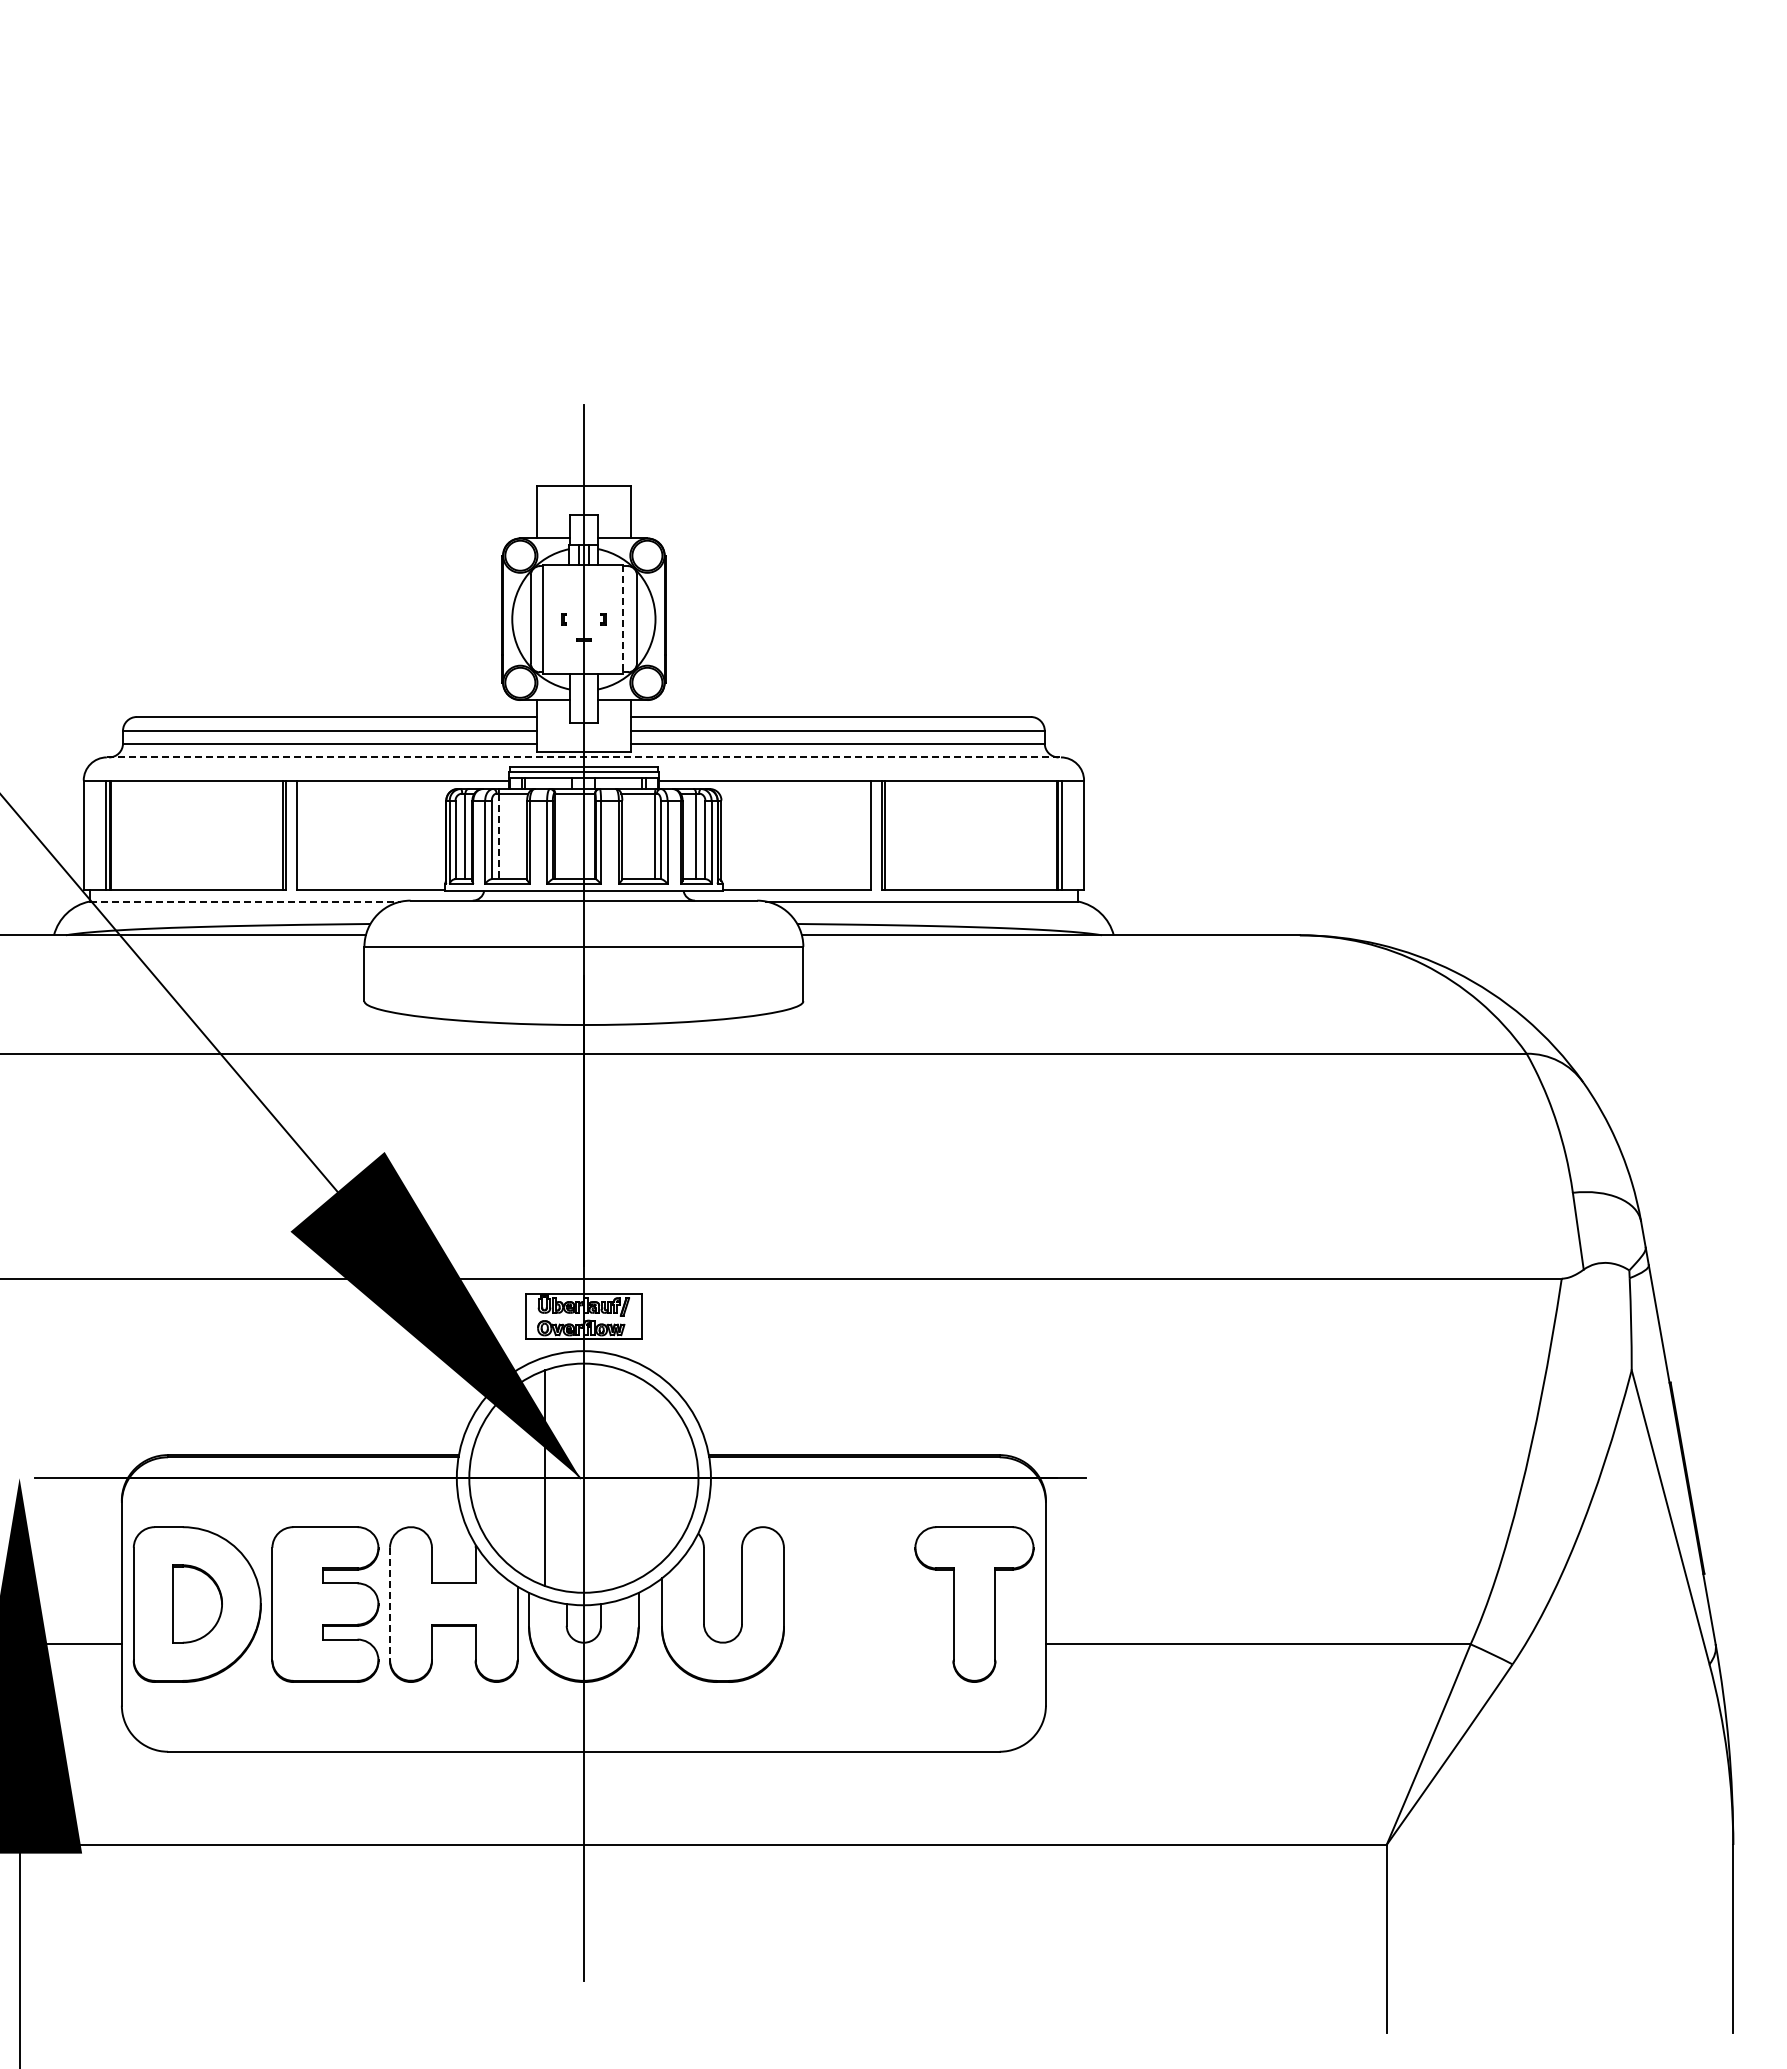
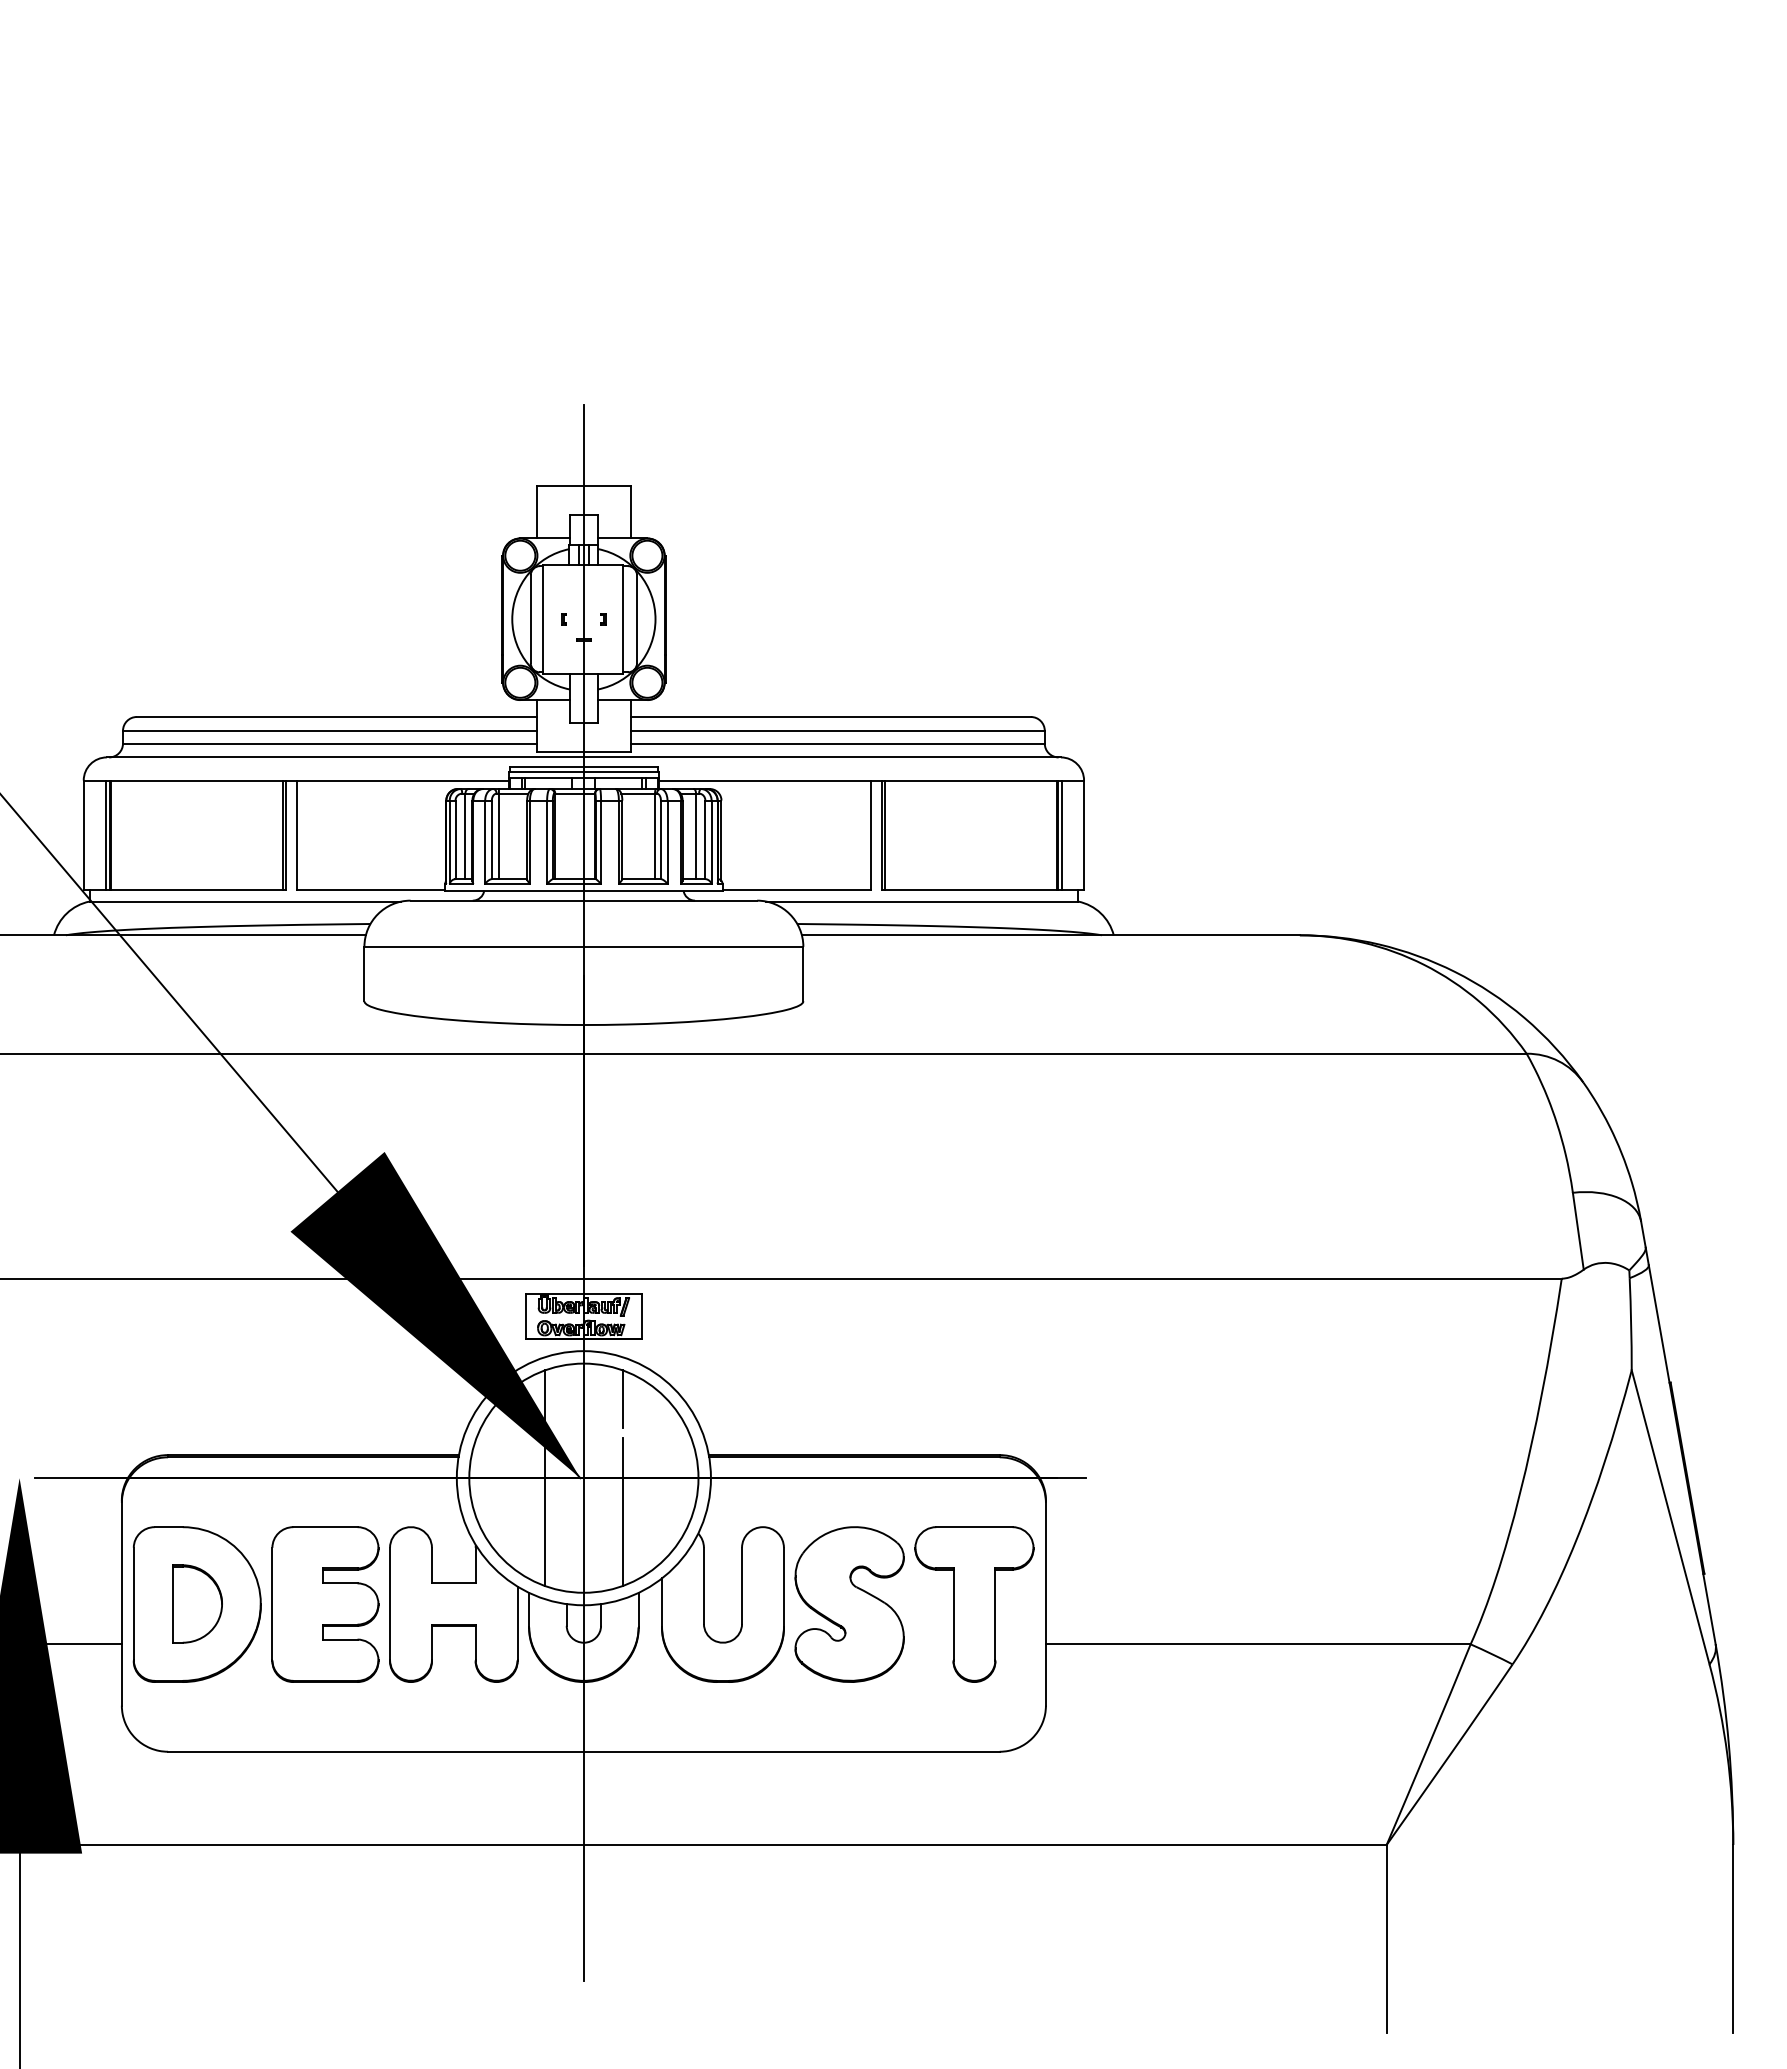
line at (623, 619): dashed -> solid
line at (584, 757): dashed -> solid
line at (498, 836): dashed -> solid
line at (245, 901): dashed -> solid
line at (622, 1398): none -> present
line at (622, 1511): none -> present
line at (390, 1604): dashed -> solid
part at (849, 1604): none -> present
